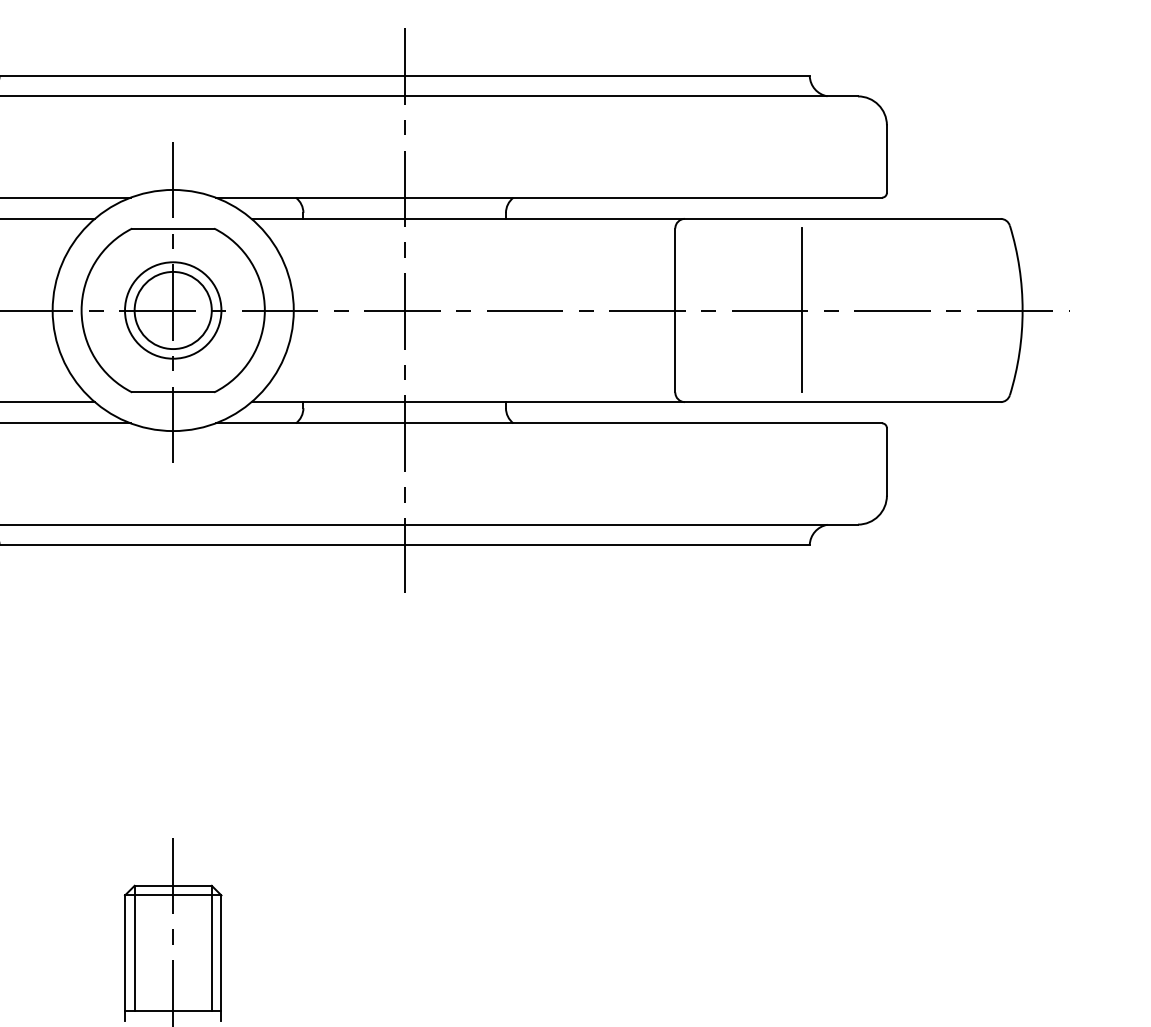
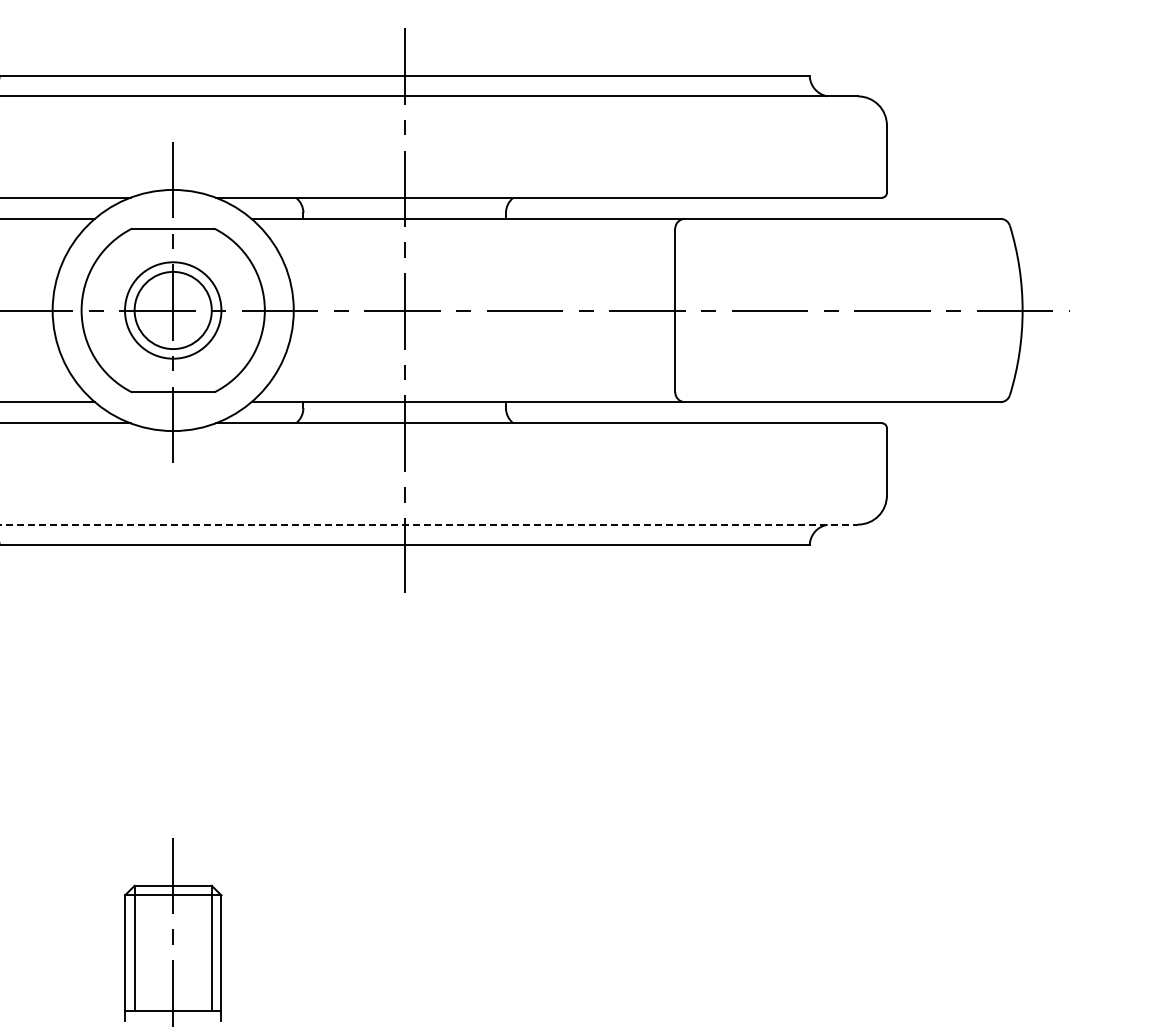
line at (801, 310): present -> none
line at (429, 524): solid -> dashed
